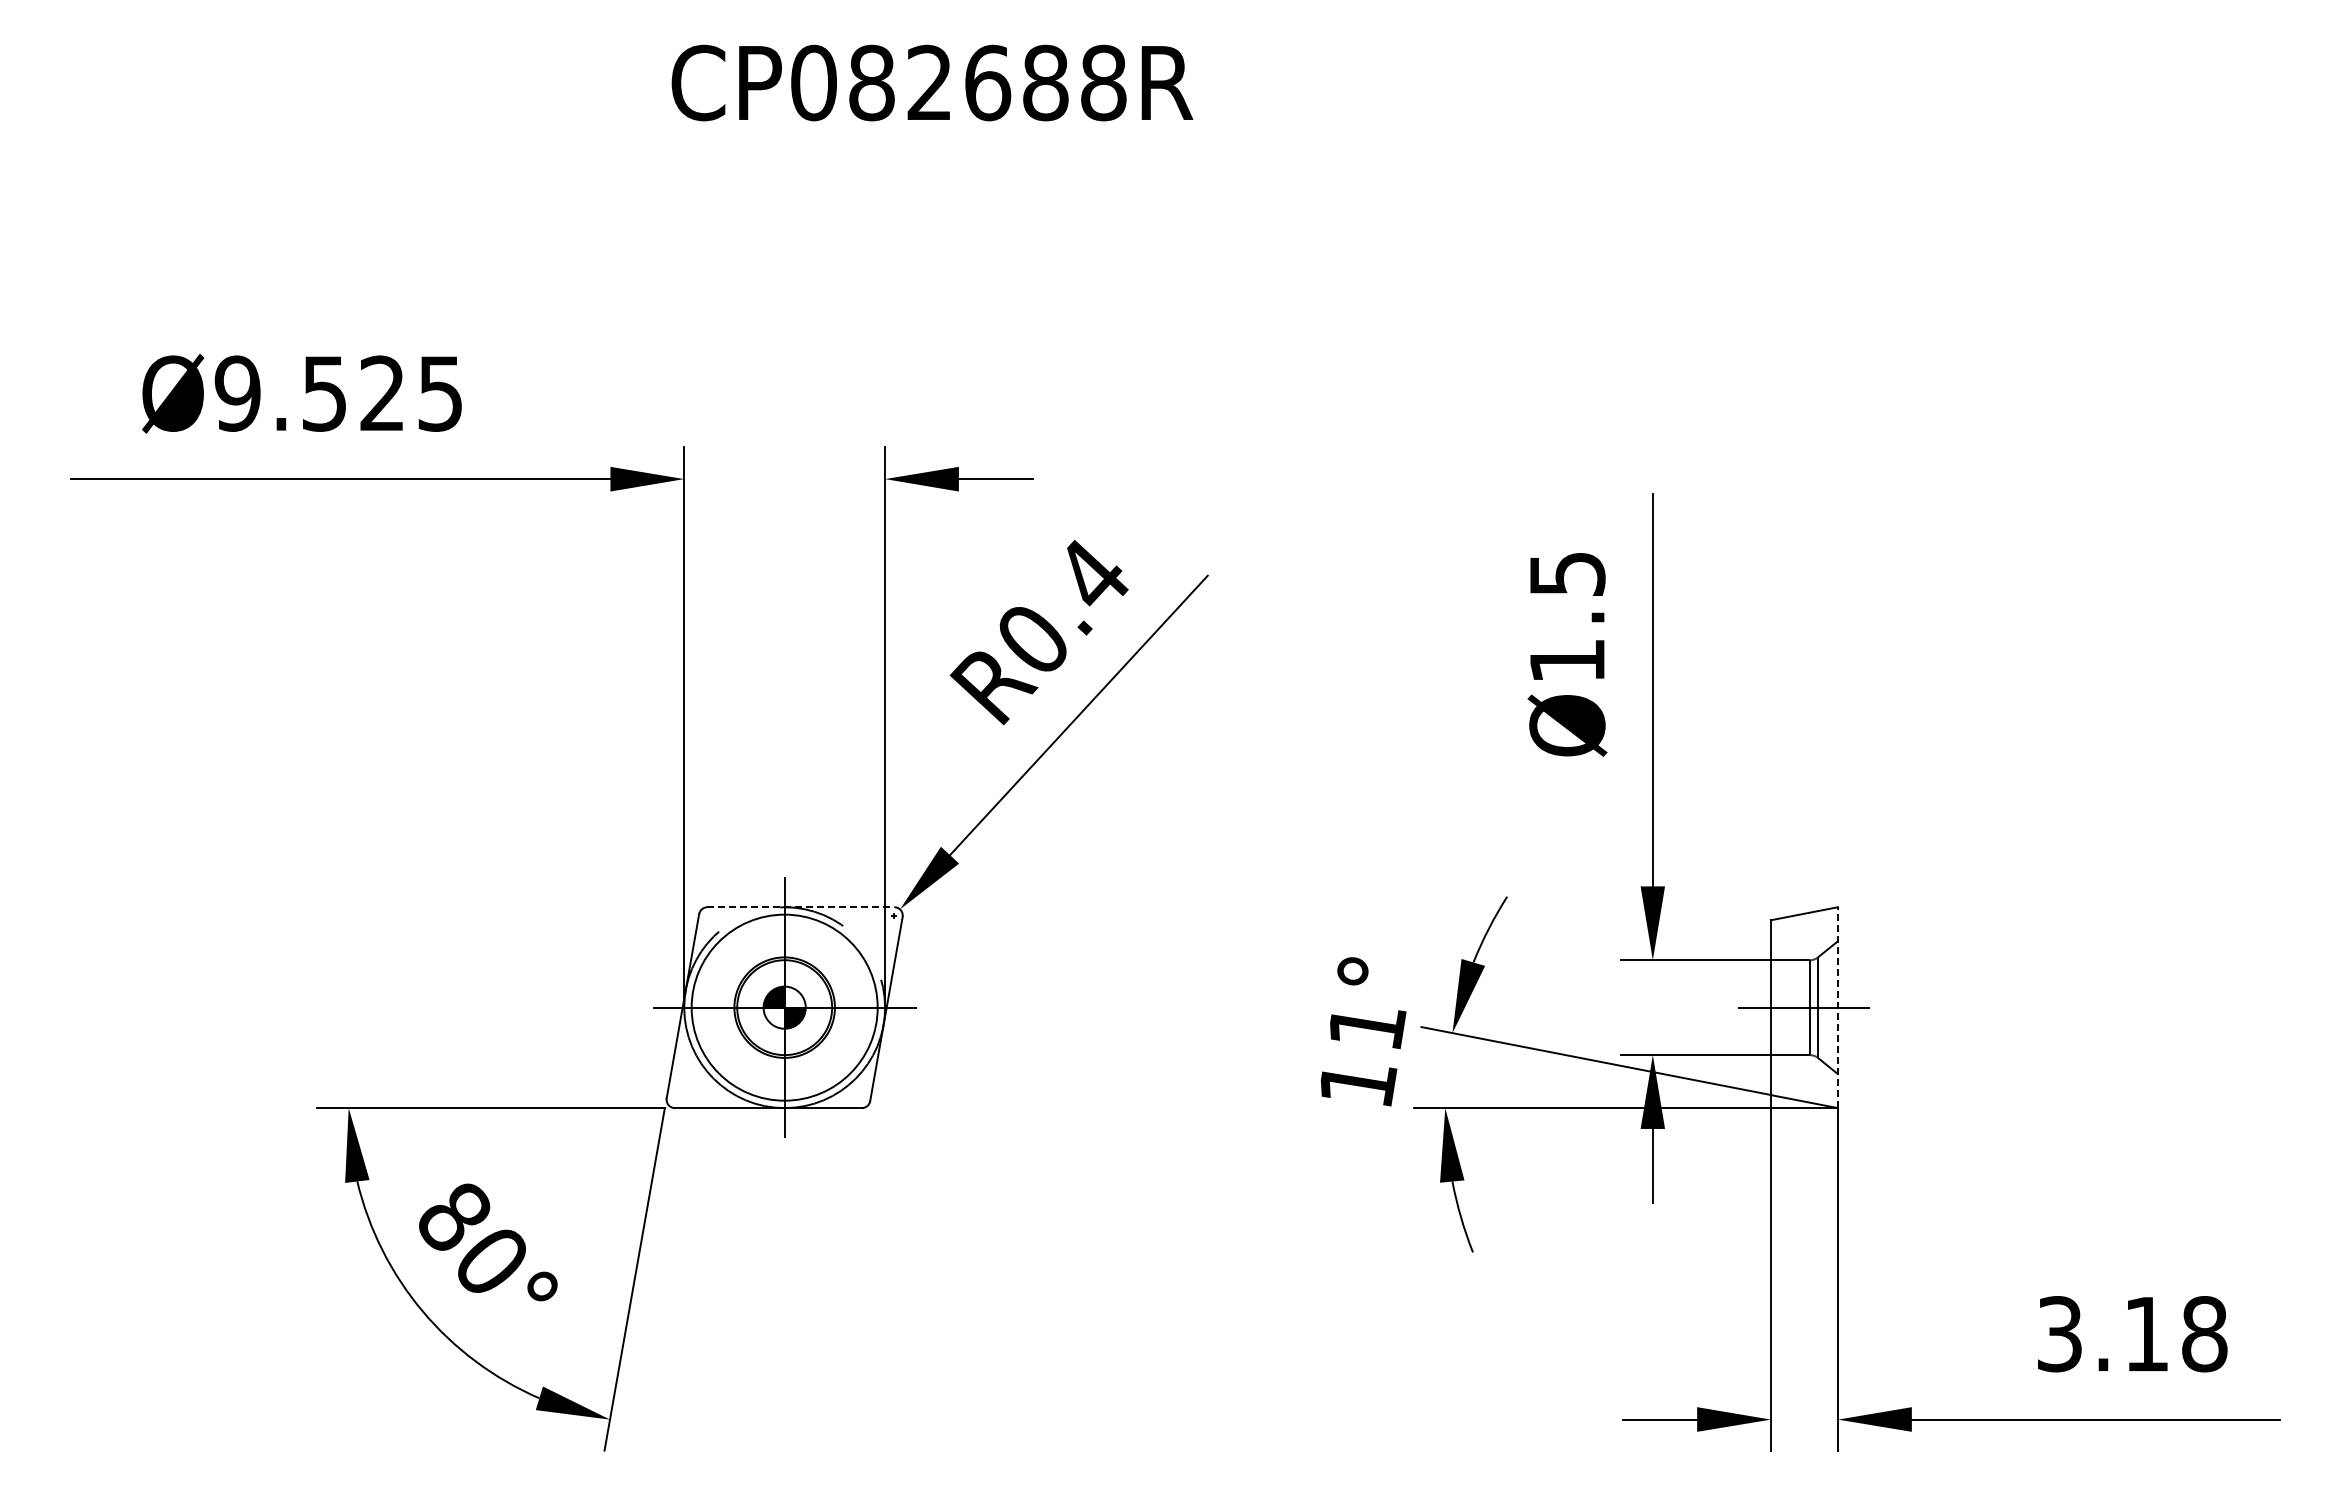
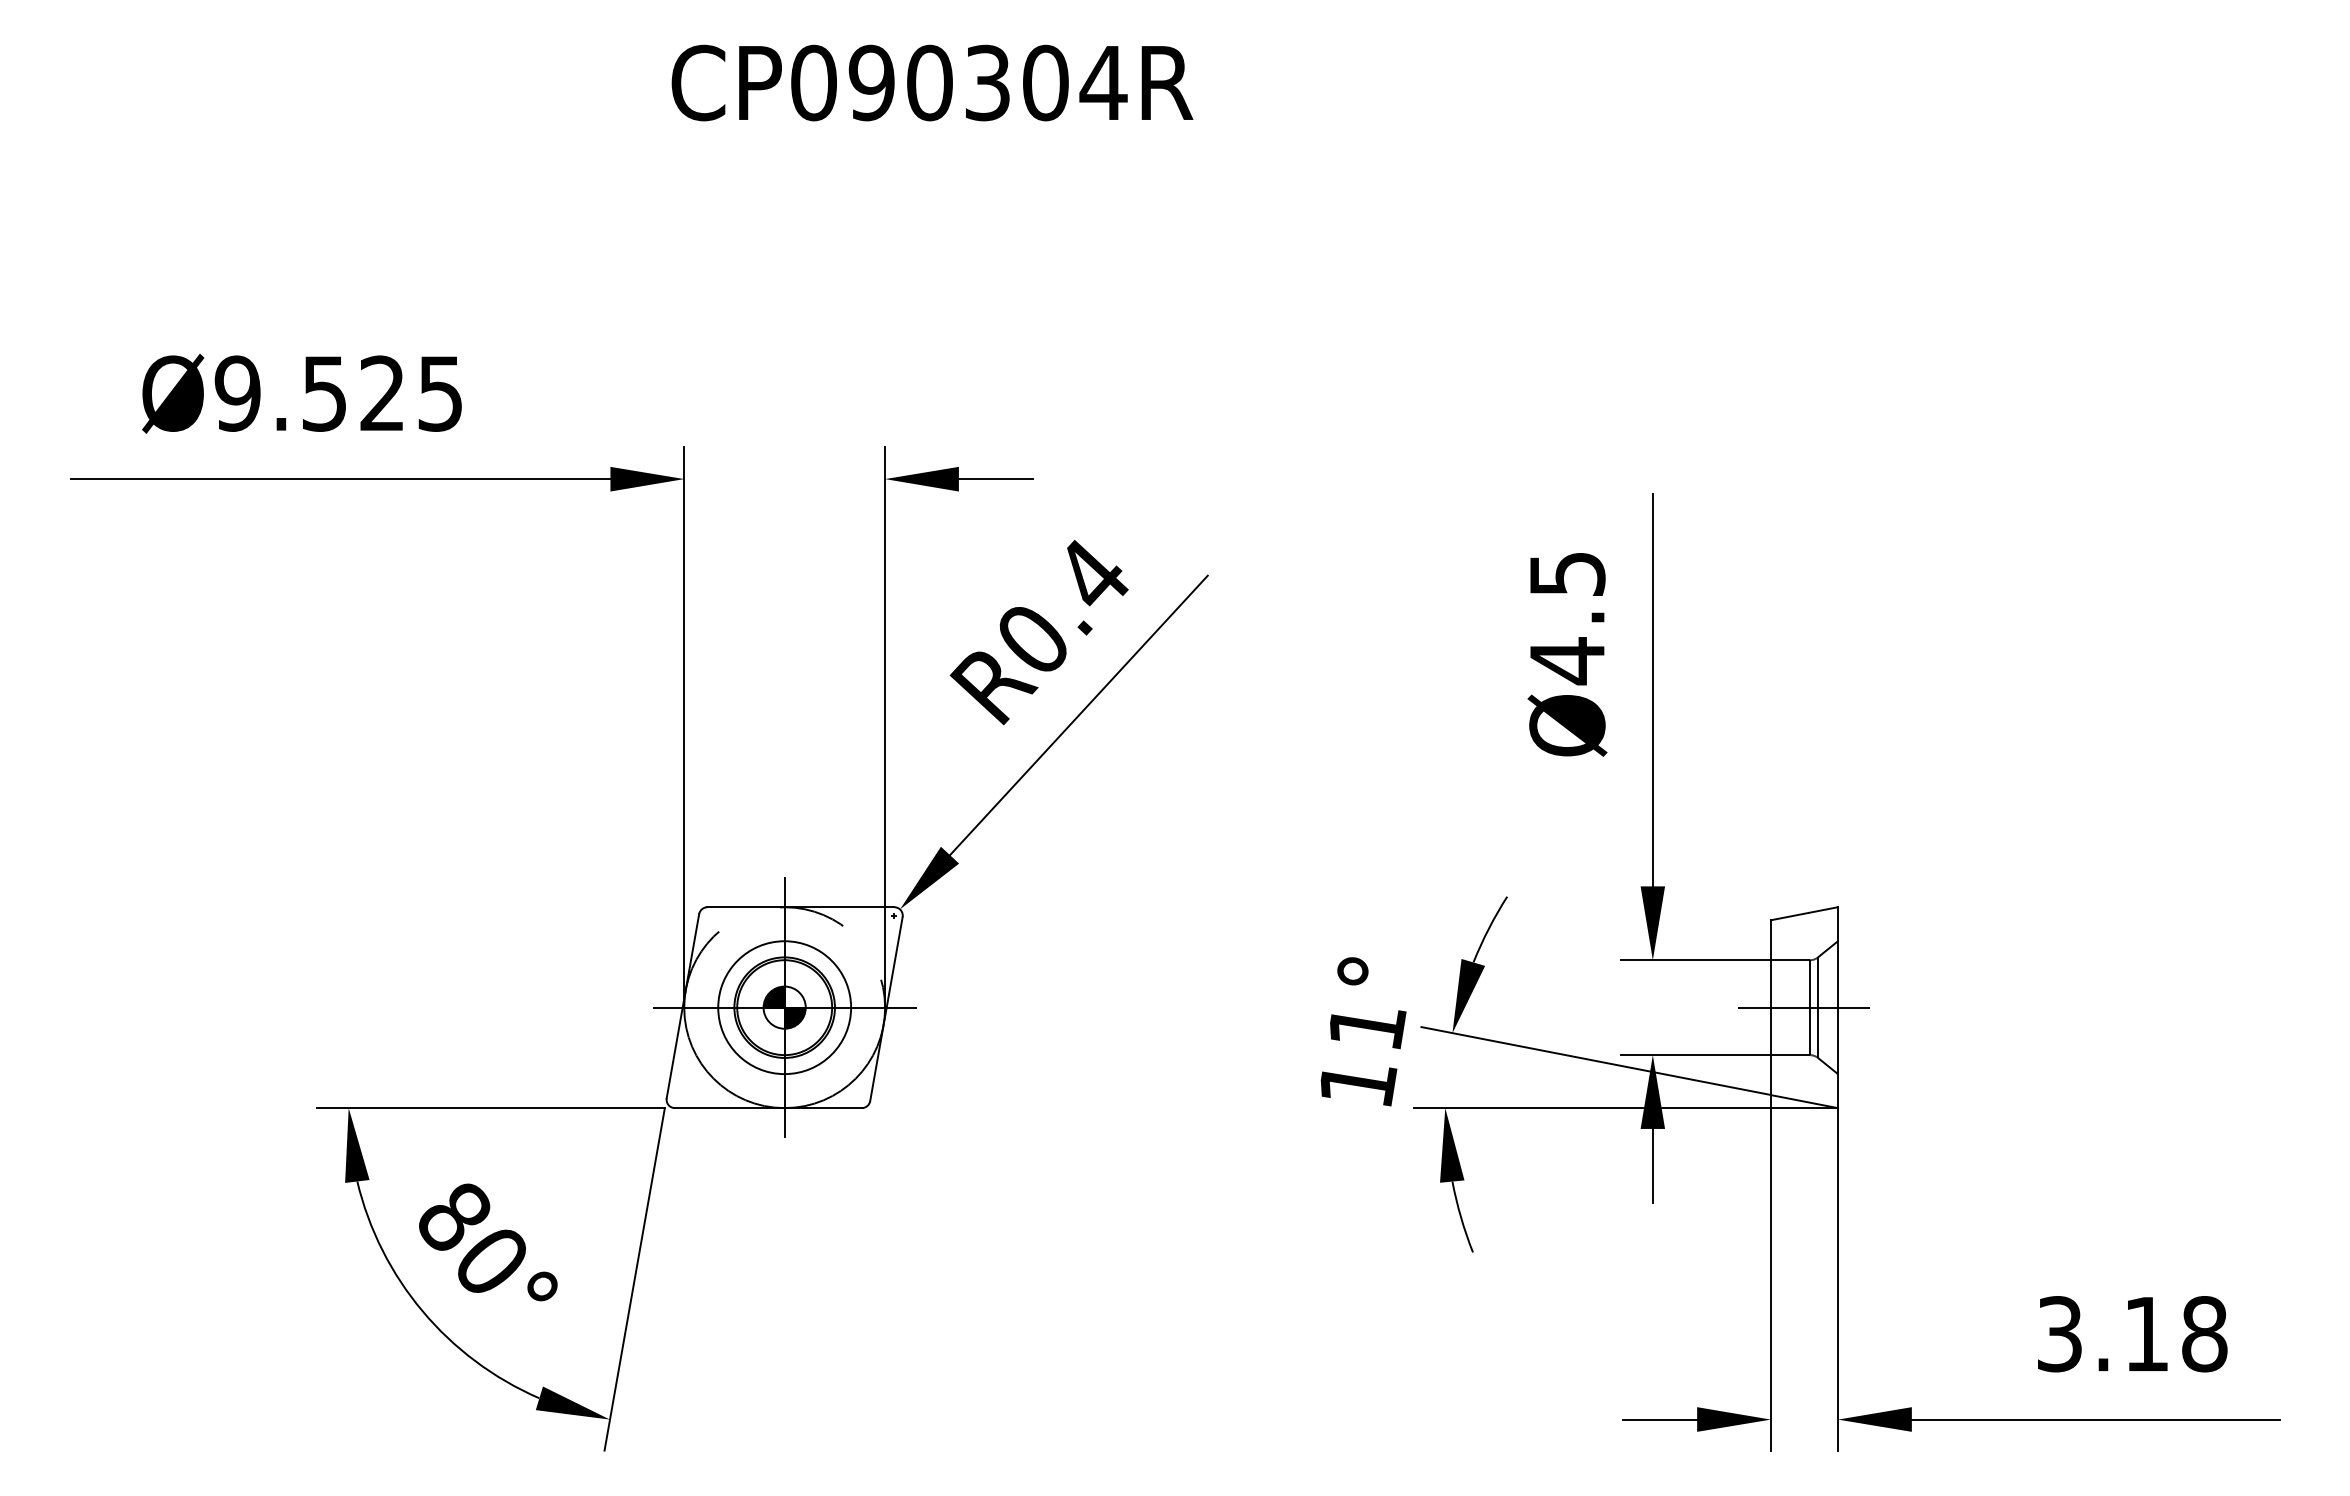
text at (987, 82): CP082688R -> CP090304R
text at (1567, 661): Ø1.5 -> Ø4.5
line at (801, 907): dashed -> solid
circle at (784, 1007) diameter: 186 px -> 133 px
line at (1837, 1007): dashed -> solid
